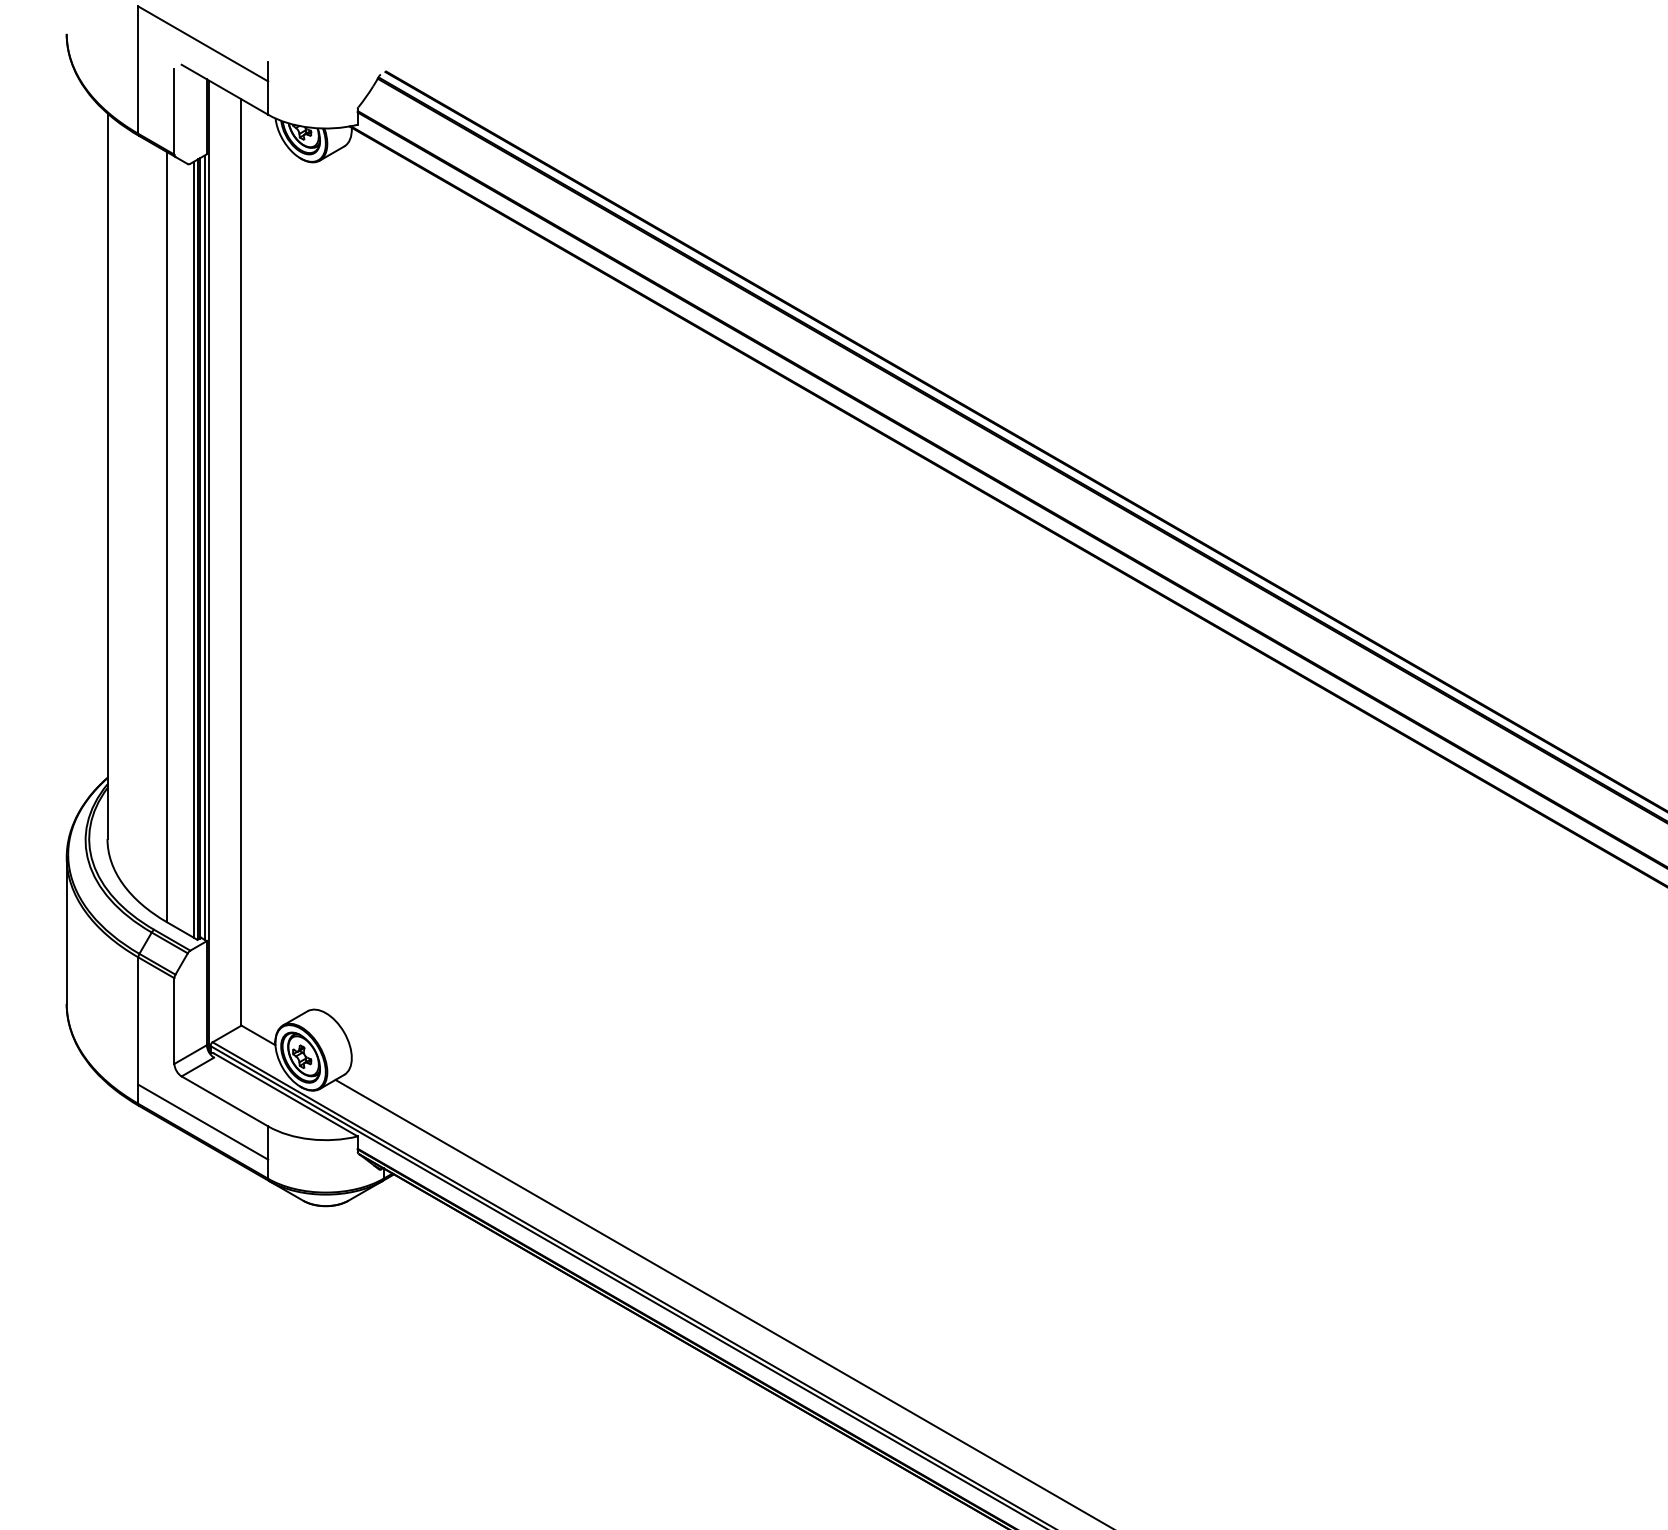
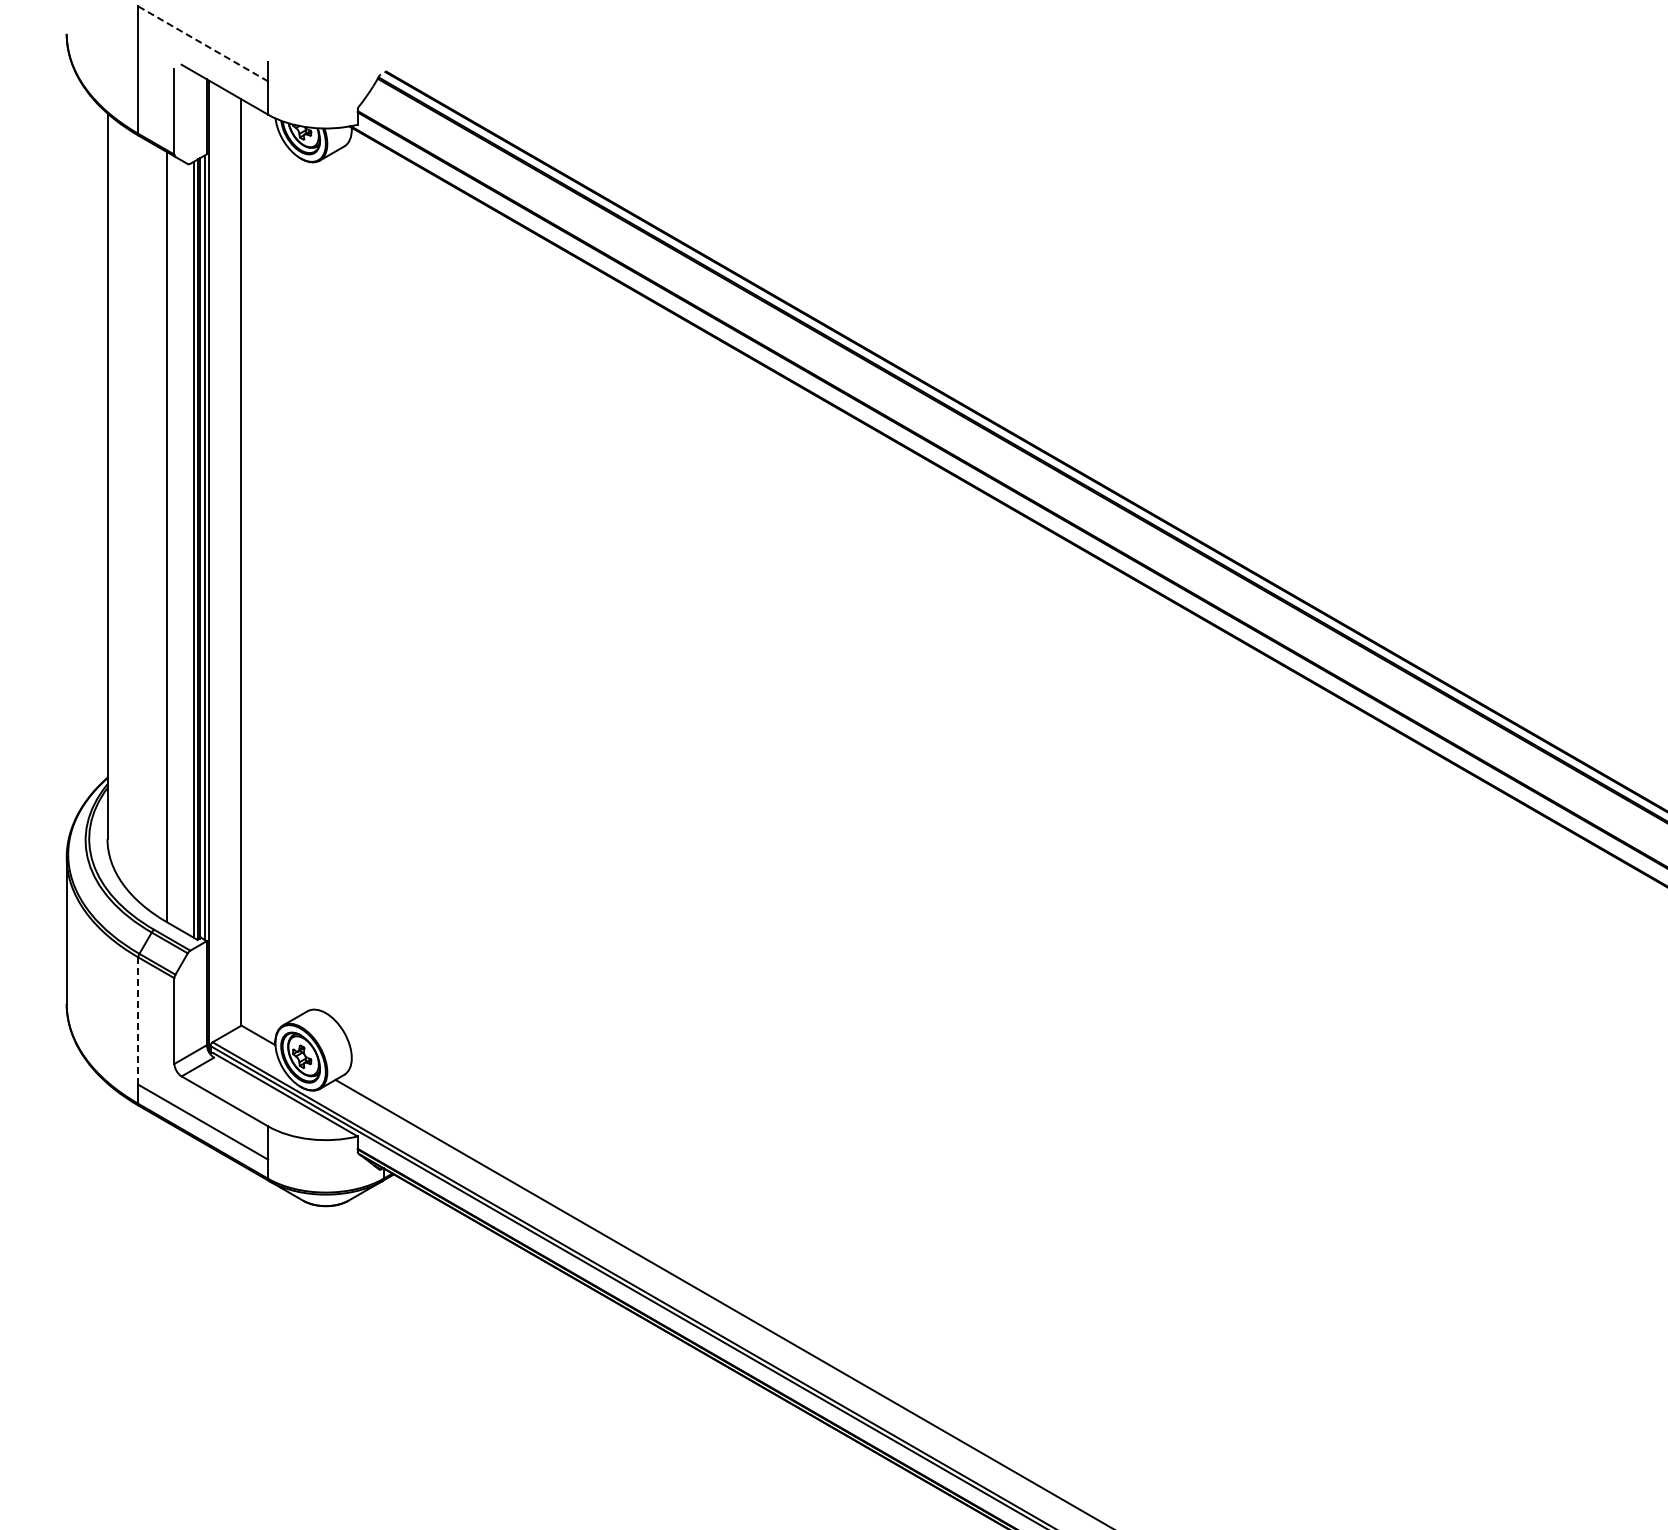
line at (203, 43): solid -> dashed
line at (138, 1021): solid -> dashed
